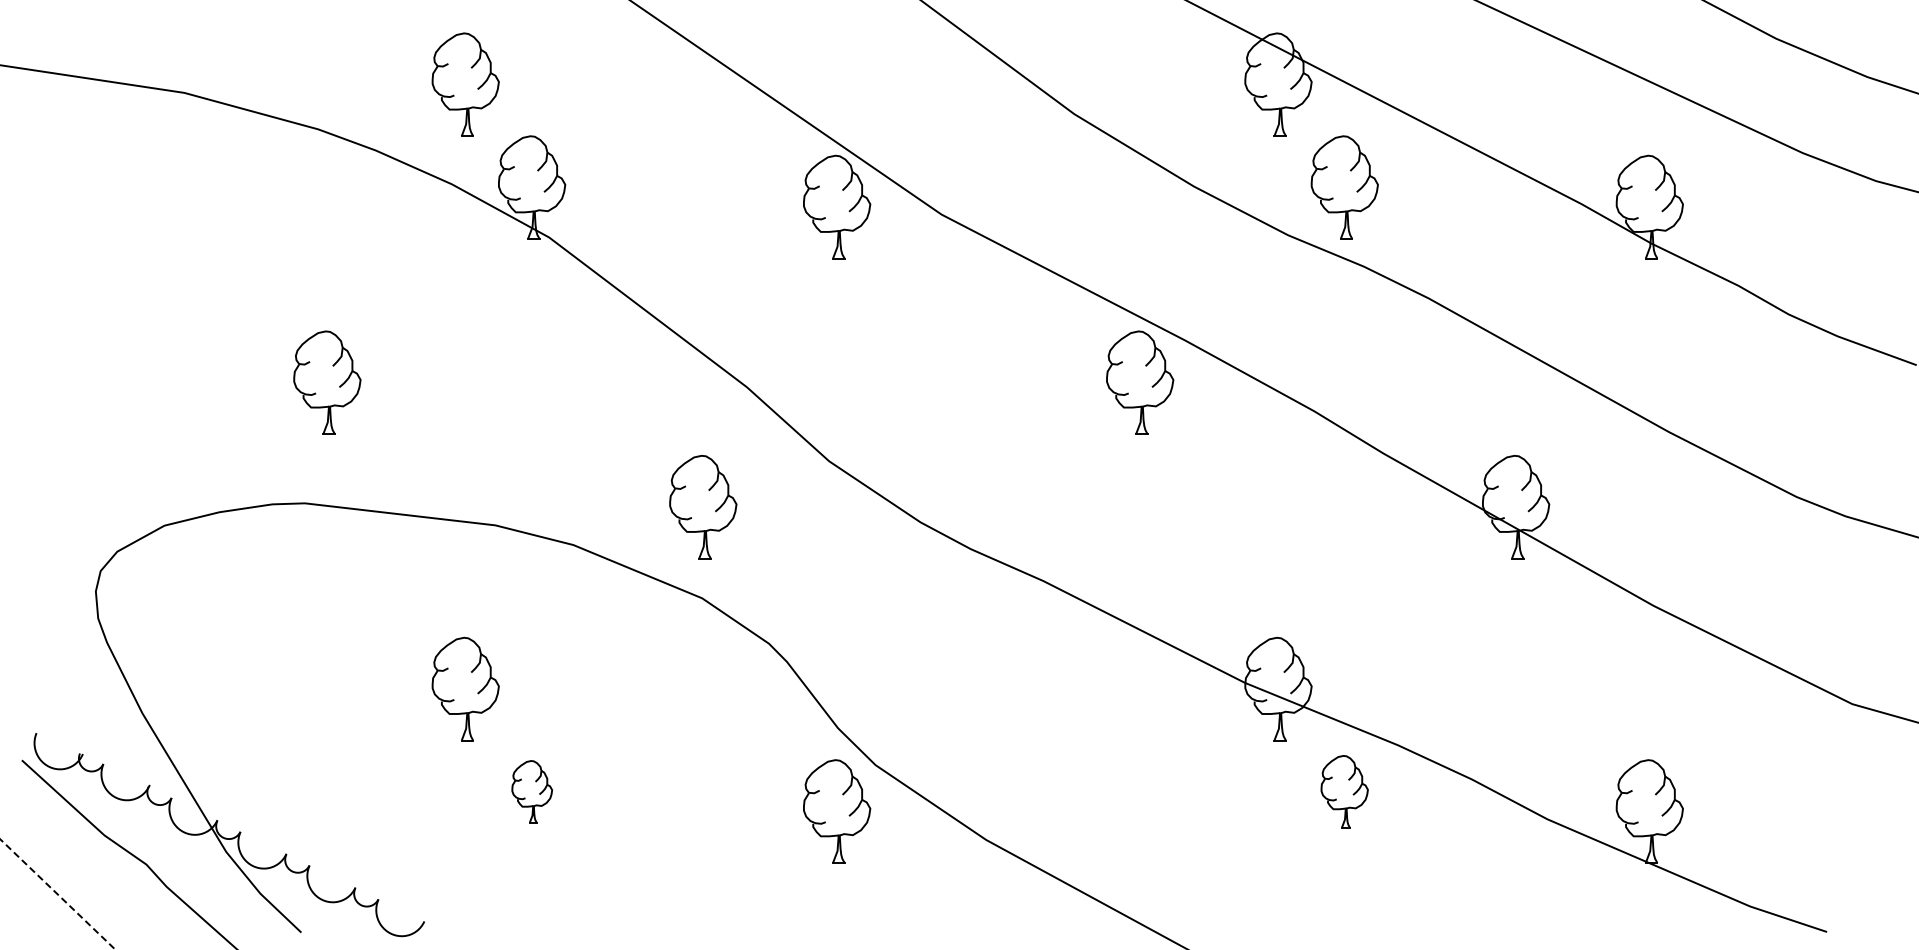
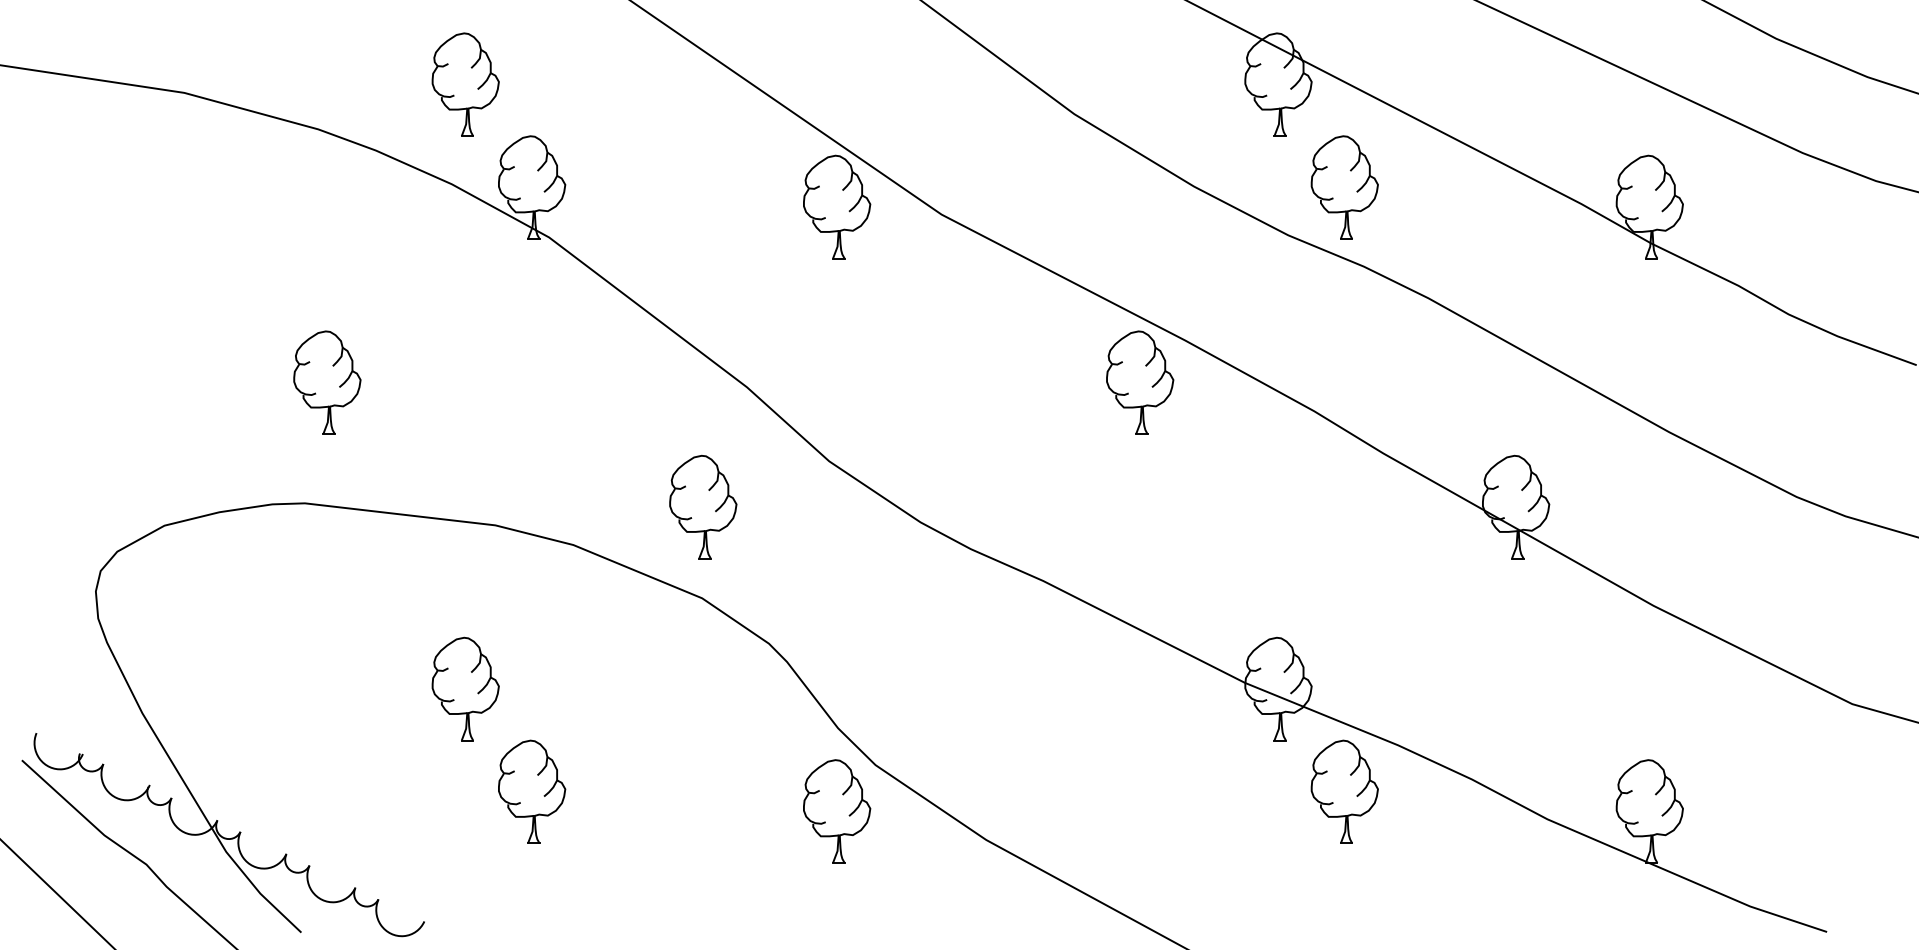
part at (531, 791) size: 42x64 px -> 69x105 px
part at (1344, 791) size: 49x74 px -> 69x105 px
line at (57, 894): dashed -> solid
